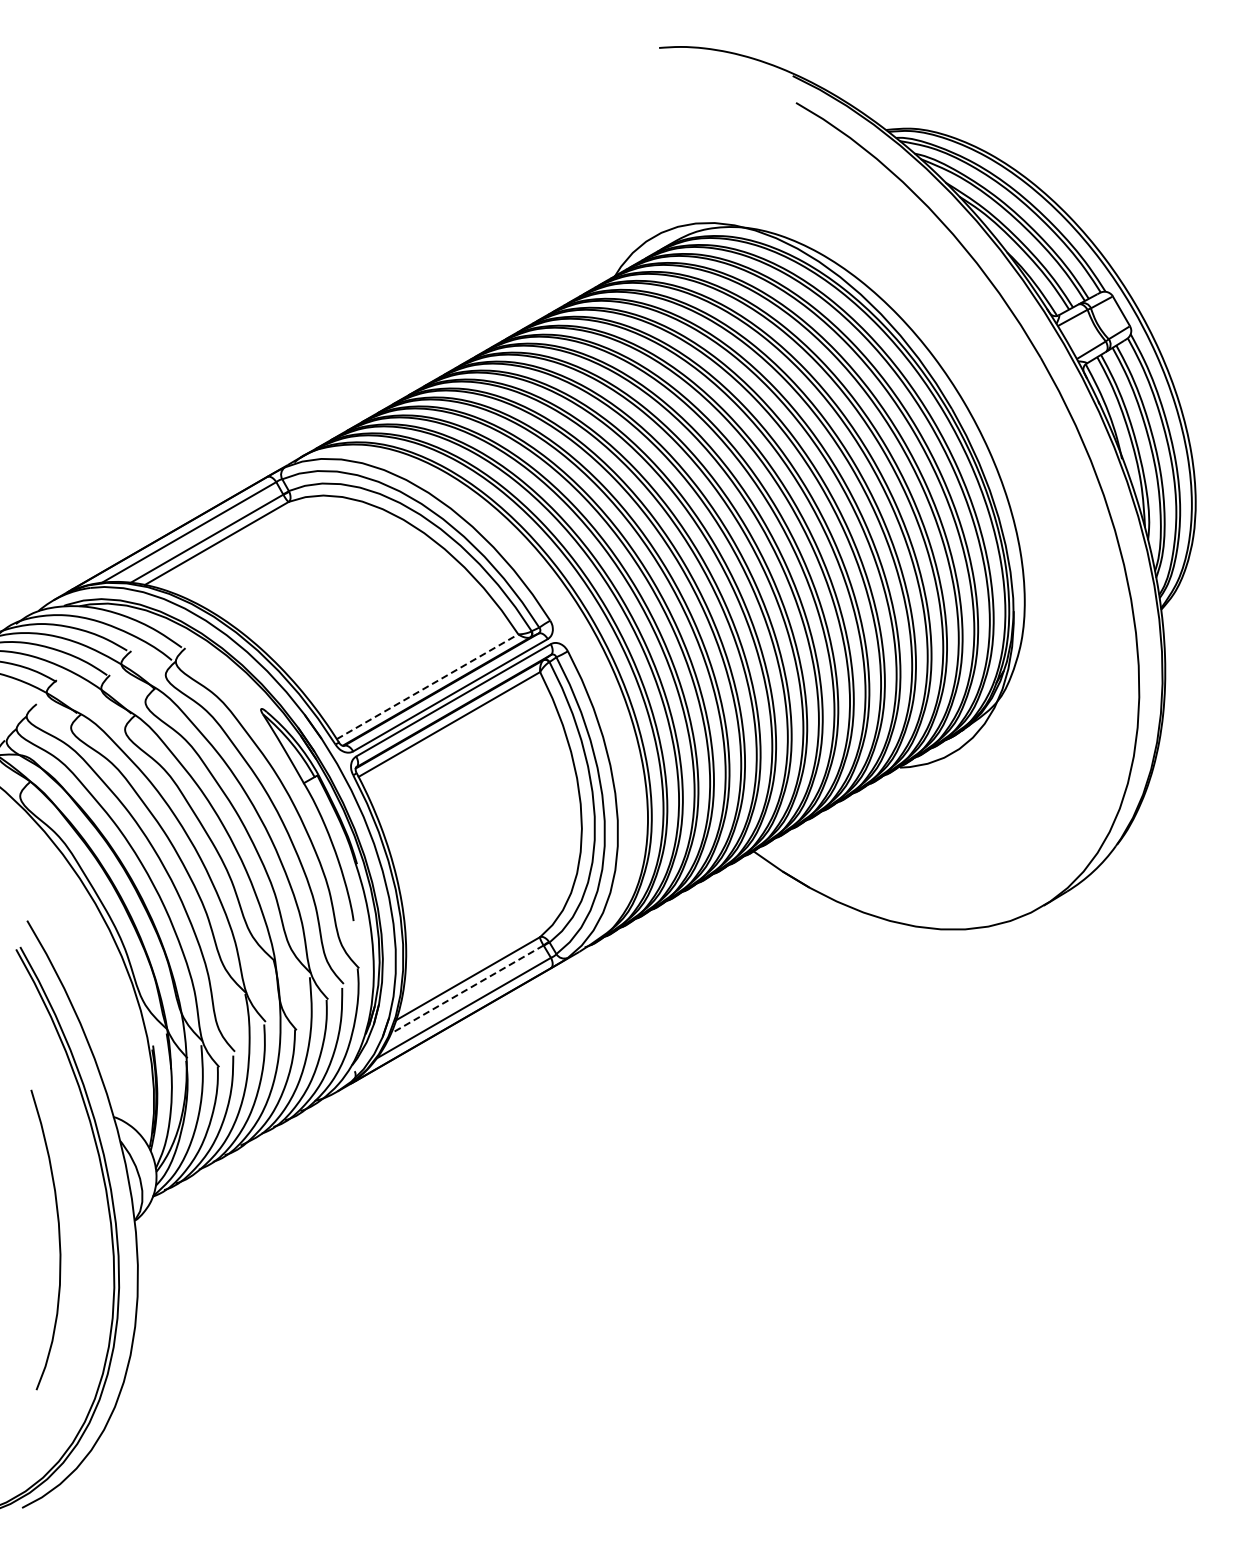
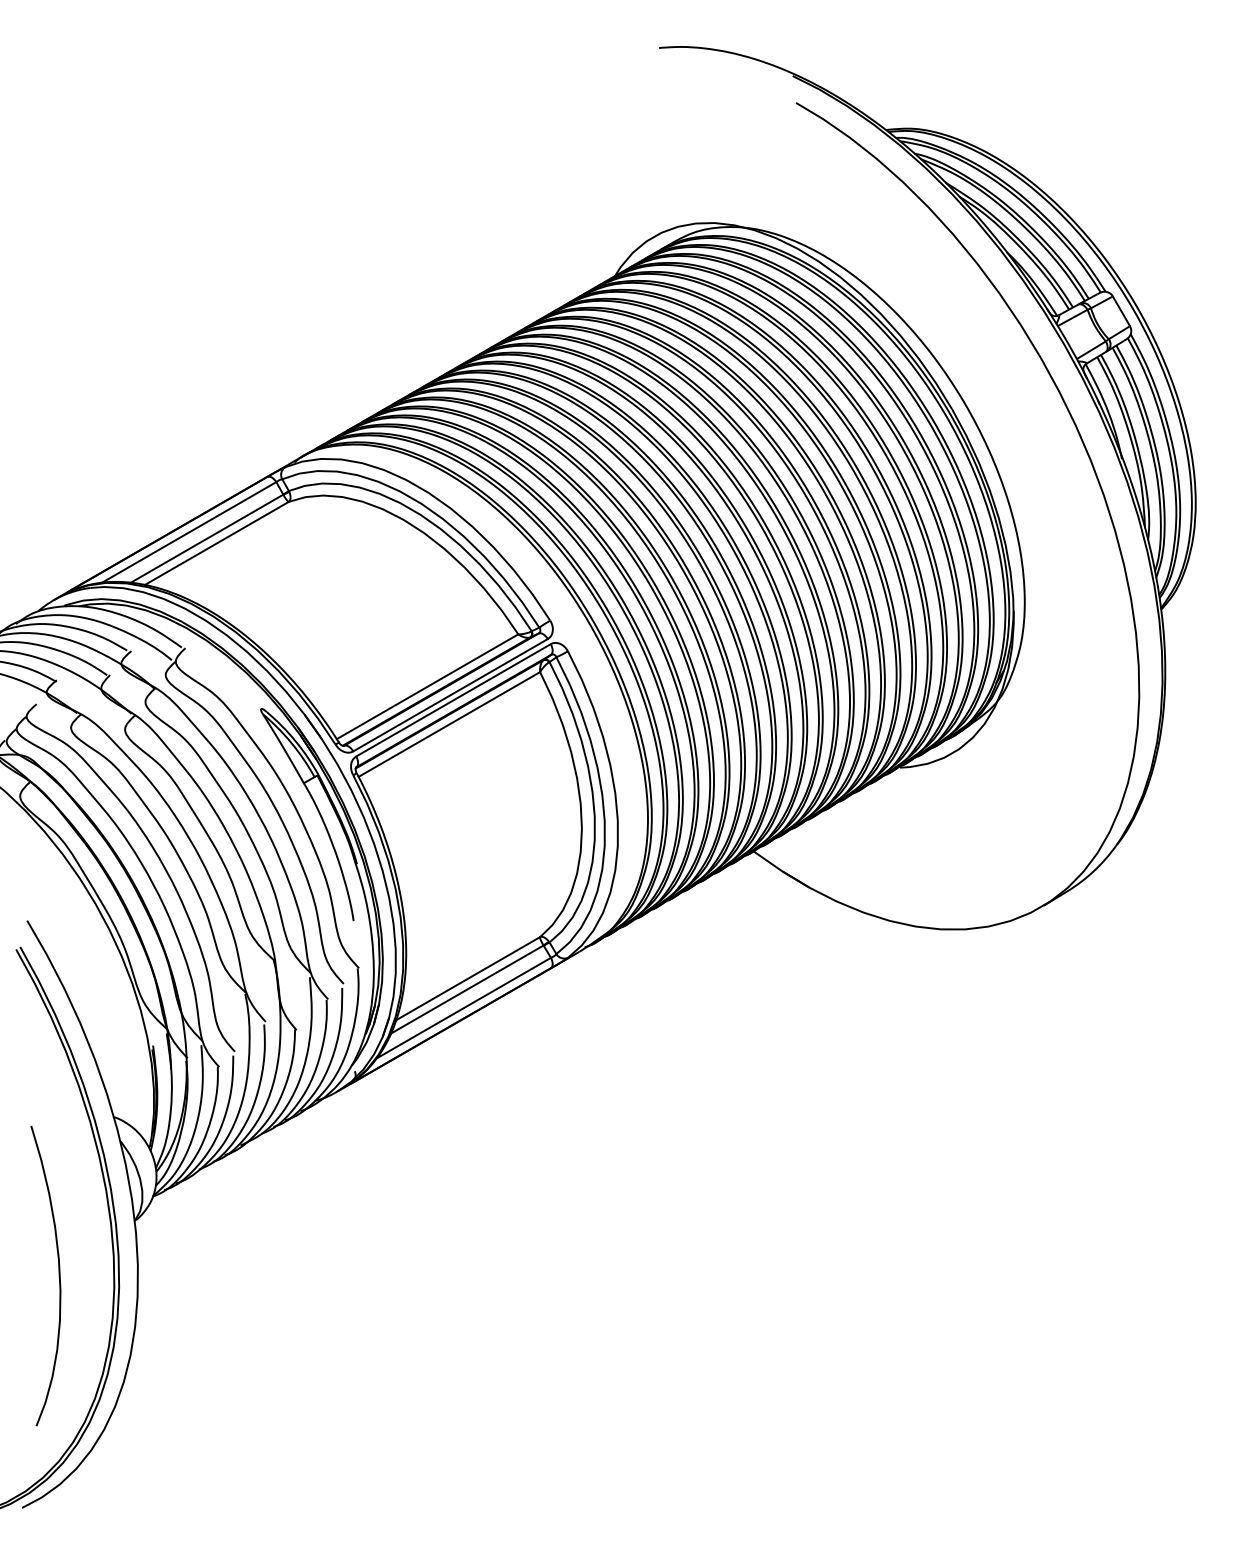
line at (427, 686): dashed -> solid
line at (466, 989): dashed -> solid
curve at (58, 1239) position: (58, 1239) -> (58, 1275)
